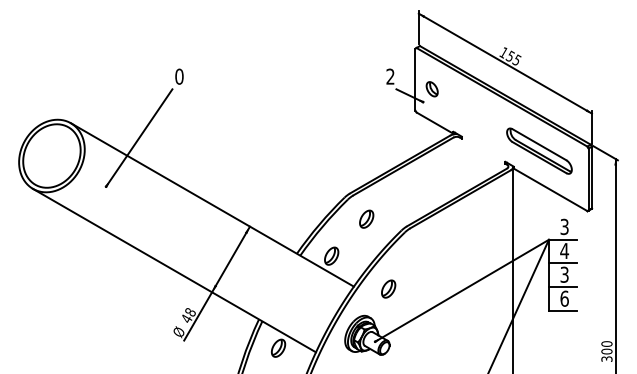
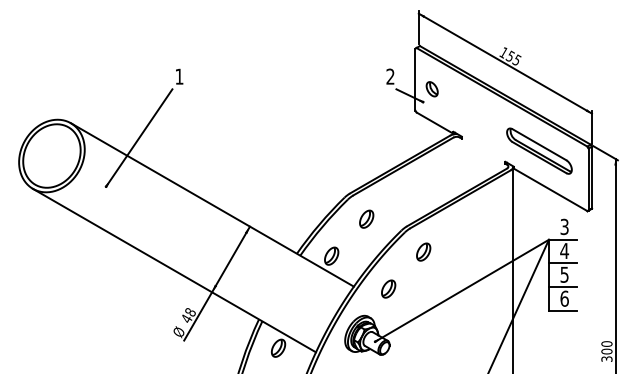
text at (179, 76): 0 -> 1
part at (423, 251): none -> present
text at (564, 274): 3 -> 5
